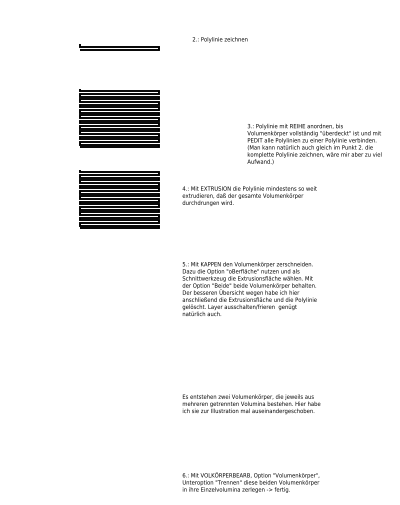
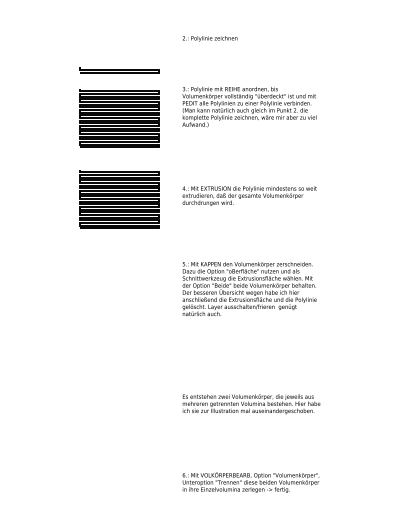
text at (219, 39) position: (219, 39) -> (209, 38)
line at (119, 47) position: (119, 47) -> (119, 70)
text at (314, 144) position: (314, 144) -> (249, 107)
